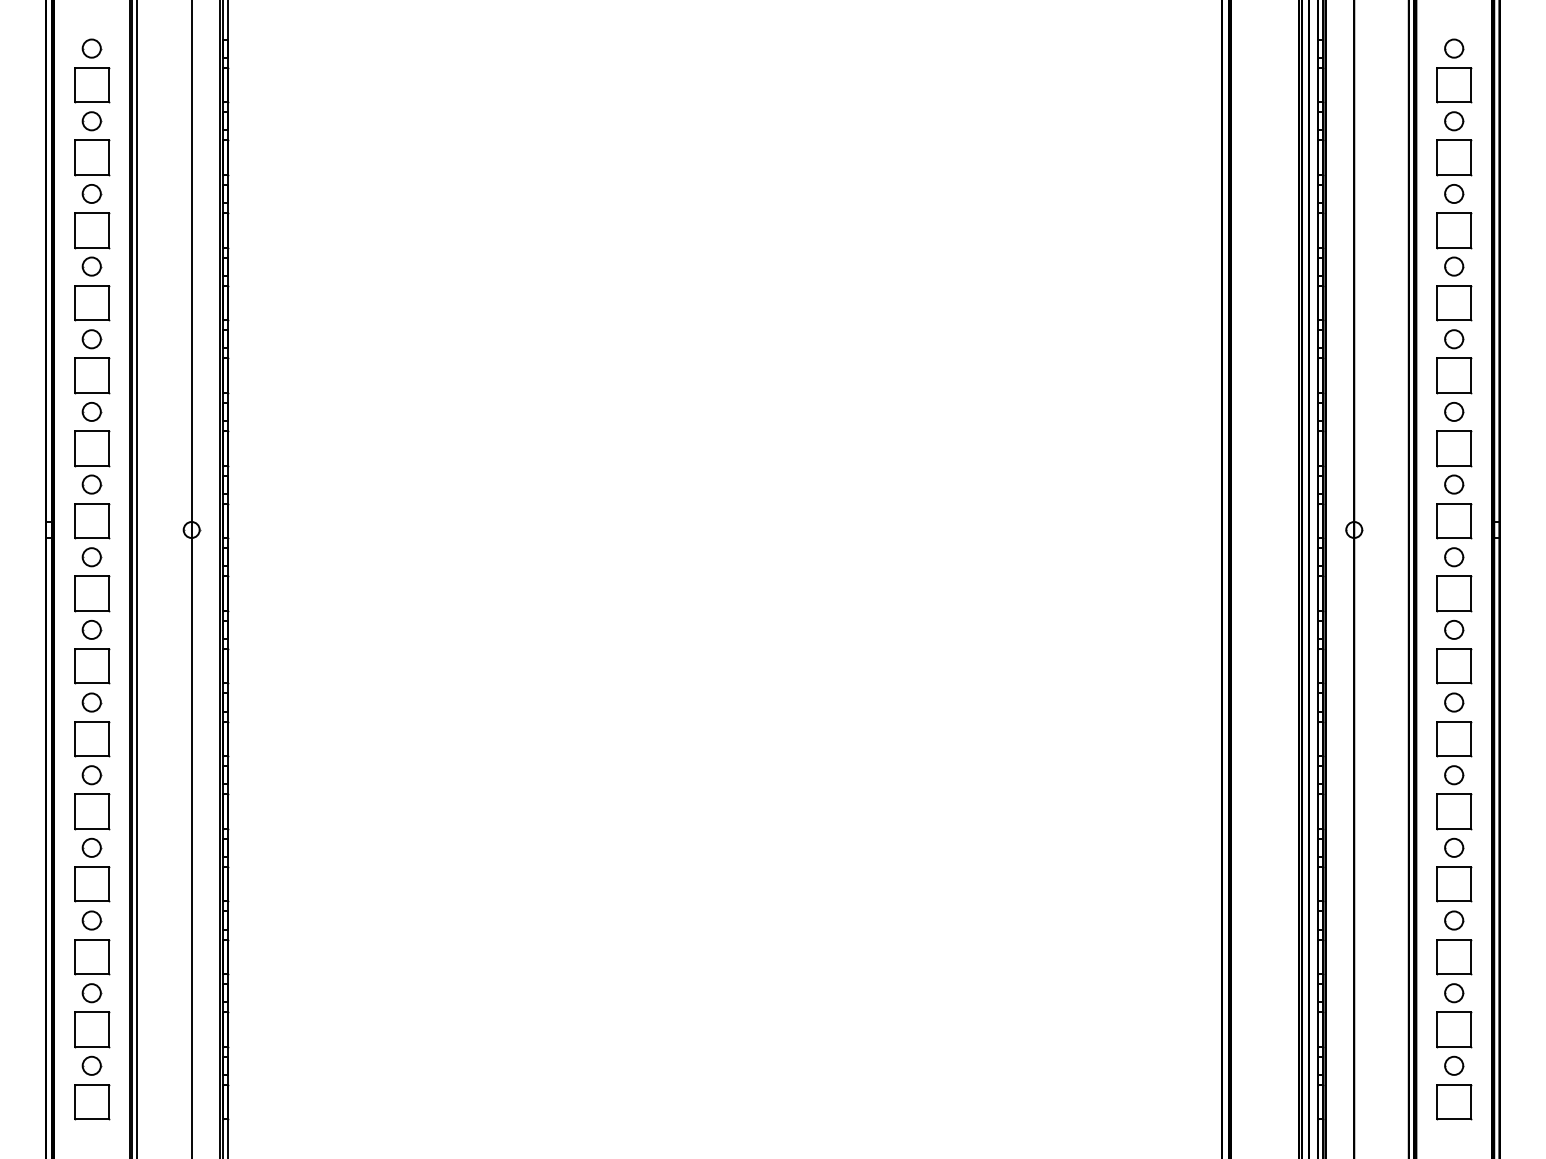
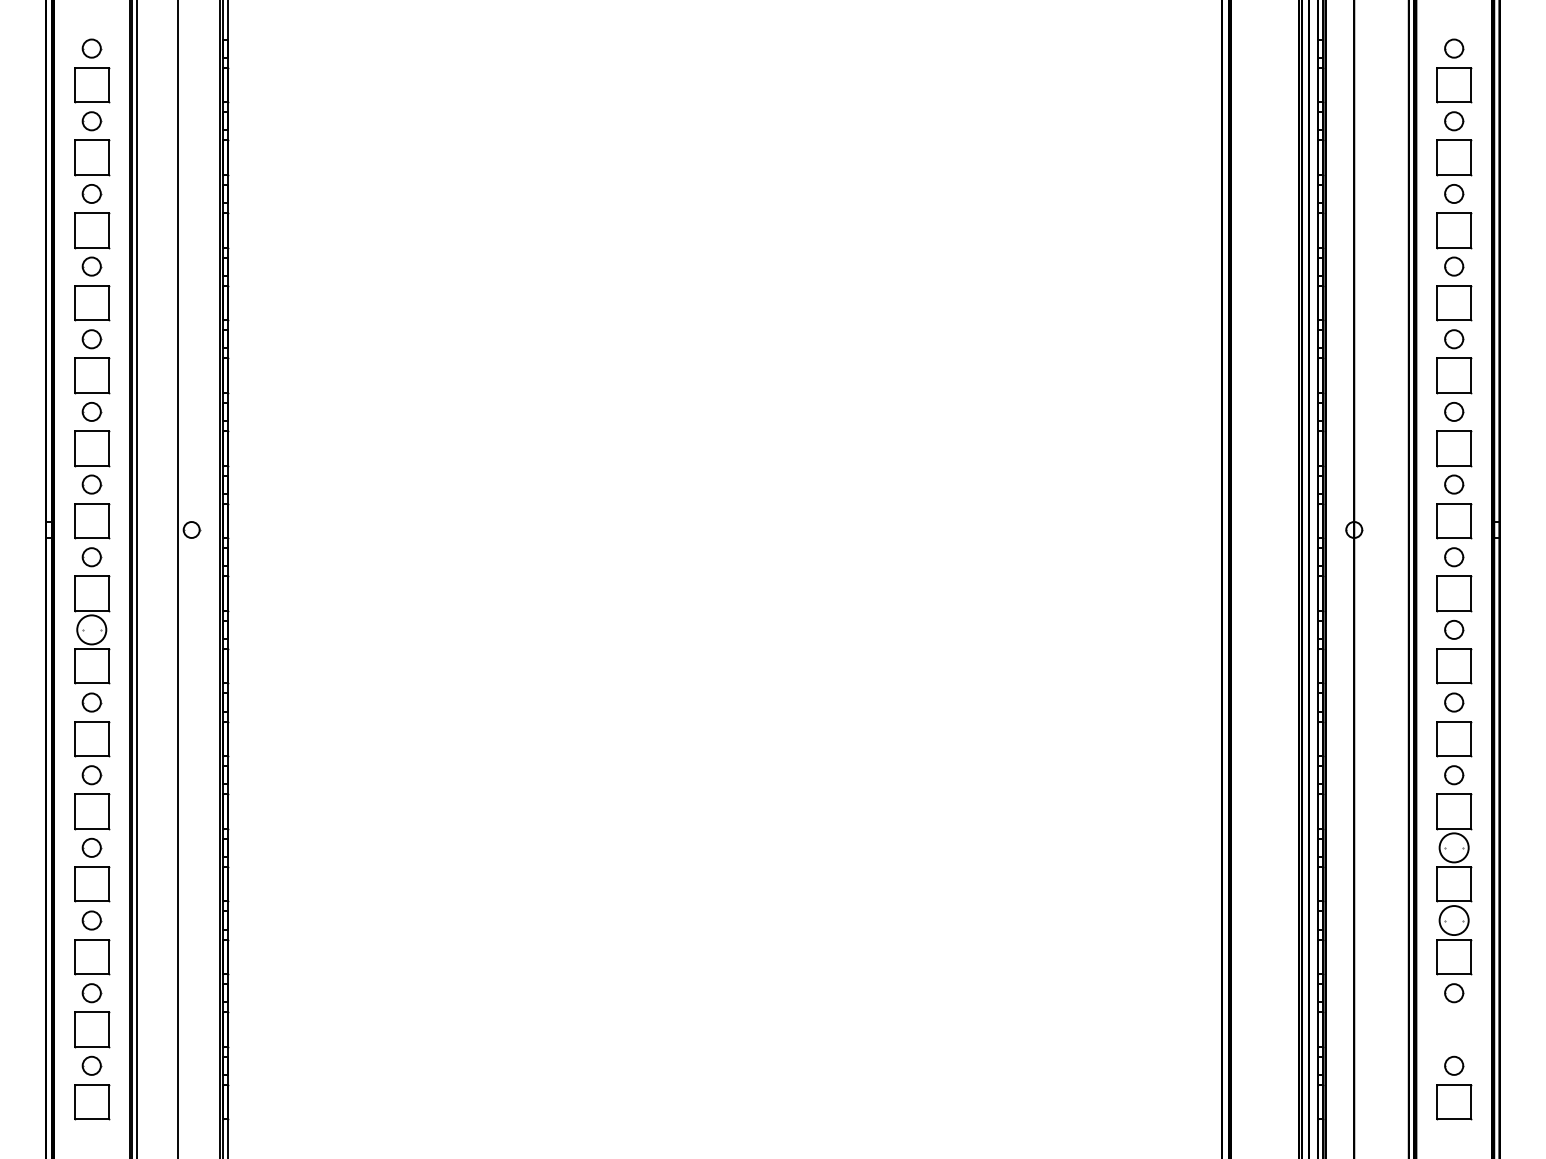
line at (191, 578) position: (191, 578) -> (177, 578)
circle at (91, 629) diameter: 18 px -> 29 px
circle at (1454, 847) diameter: 18 px -> 29 px
circle at (1454, 920) diameter: 18 px -> 29 px
part at (1454, 1029): present -> none
